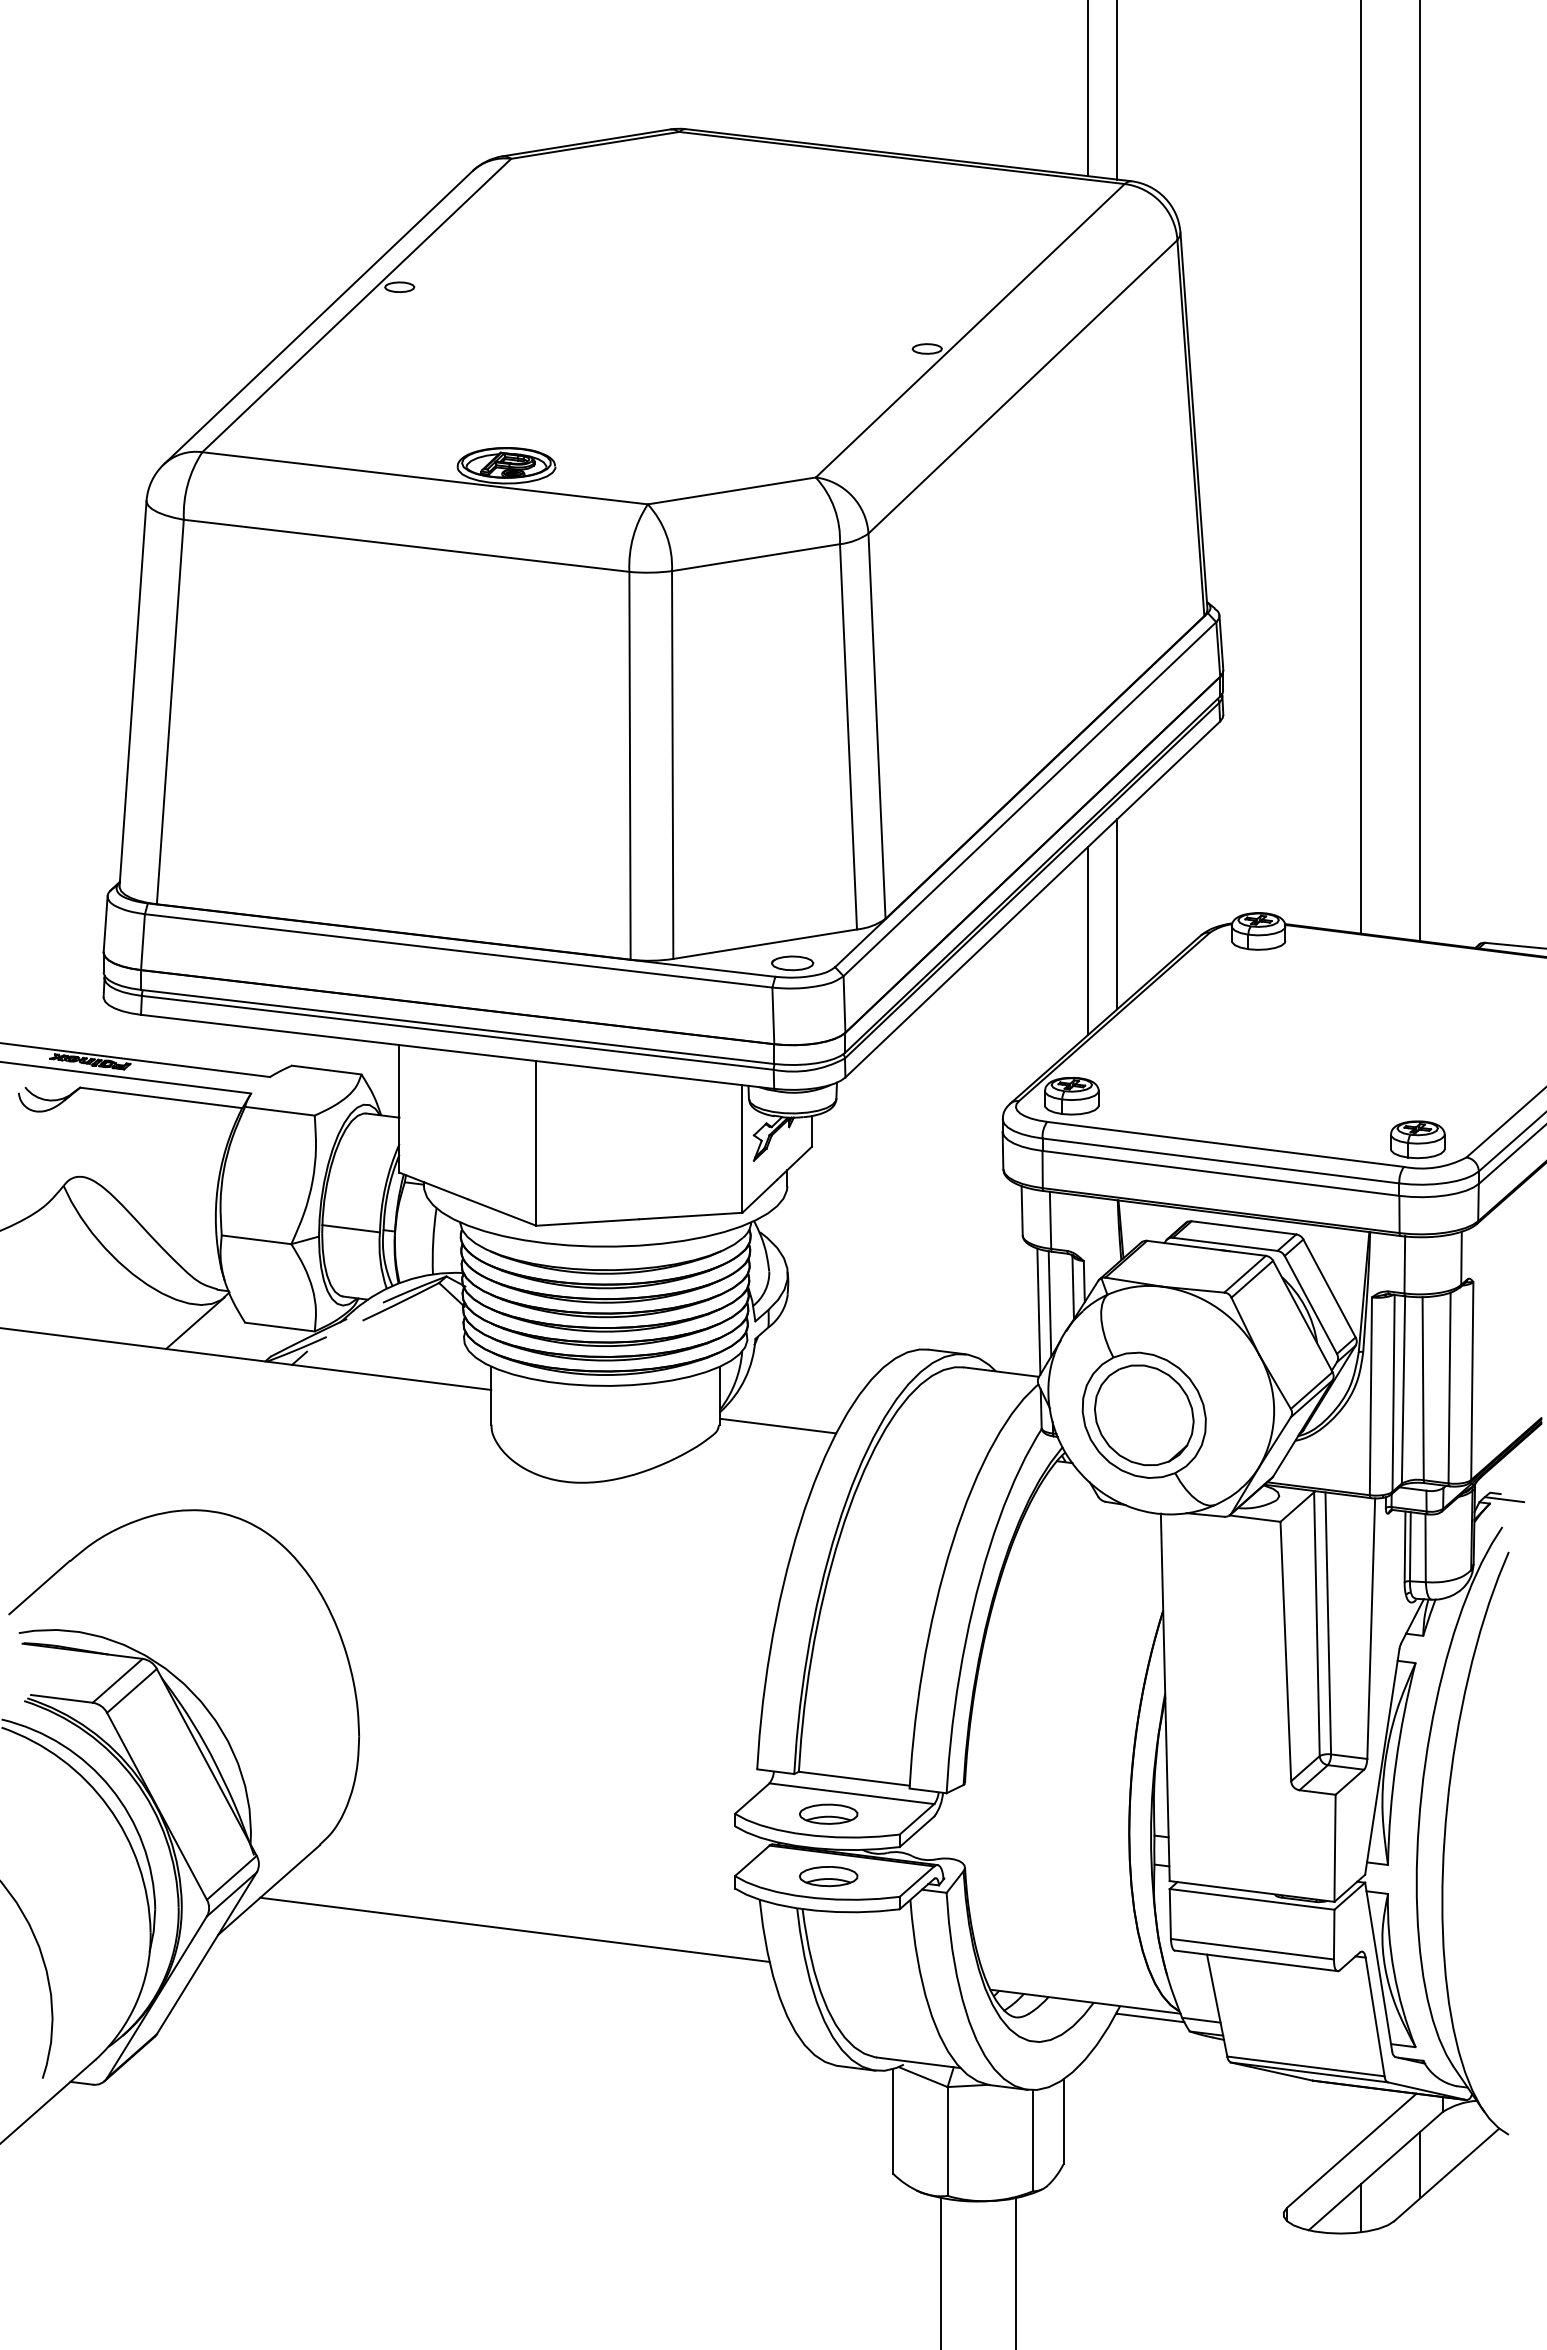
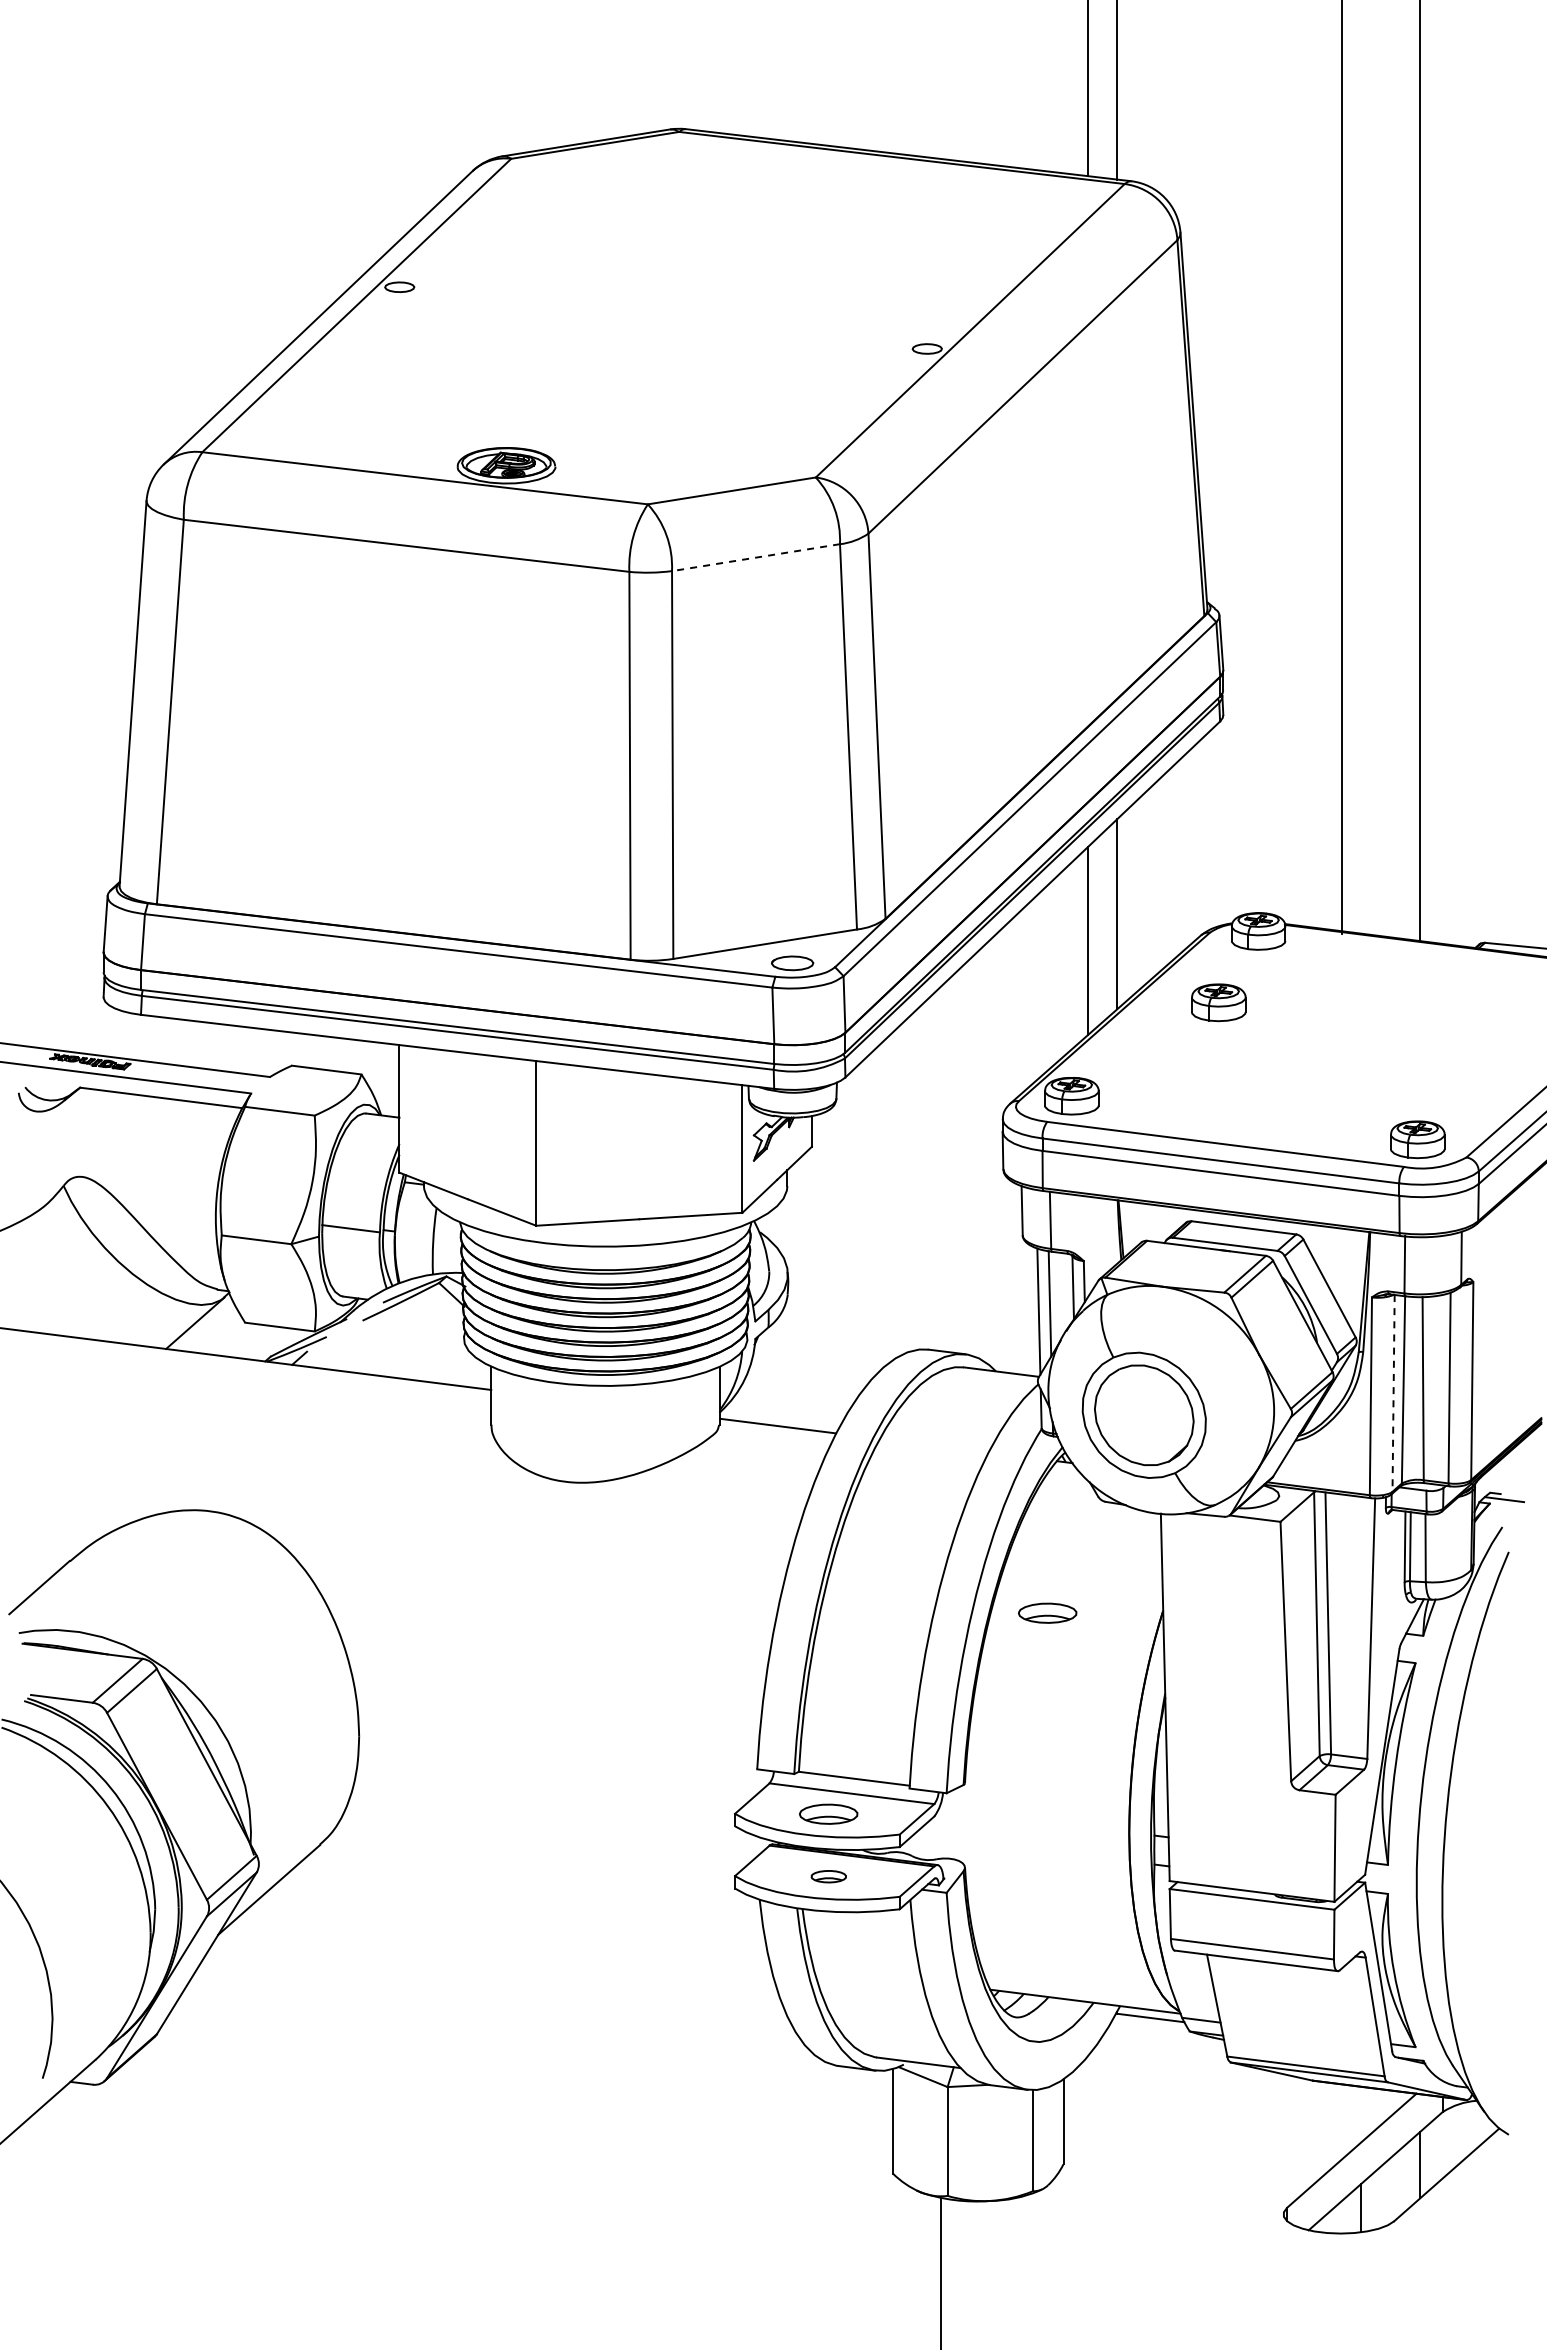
line at (1361, 467) position: (1361, 467) -> (1342, 467)
line at (755, 557): solid -> dashed
part at (1218, 1002): none -> present
line at (1393, 1393): solid -> dashed
part at (1047, 1612): none -> present
part at (828, 1876) size: 60x22 px -> 37x14 px
line at (514, 1929): present -> none
line at (1015, 2271): present -> none
